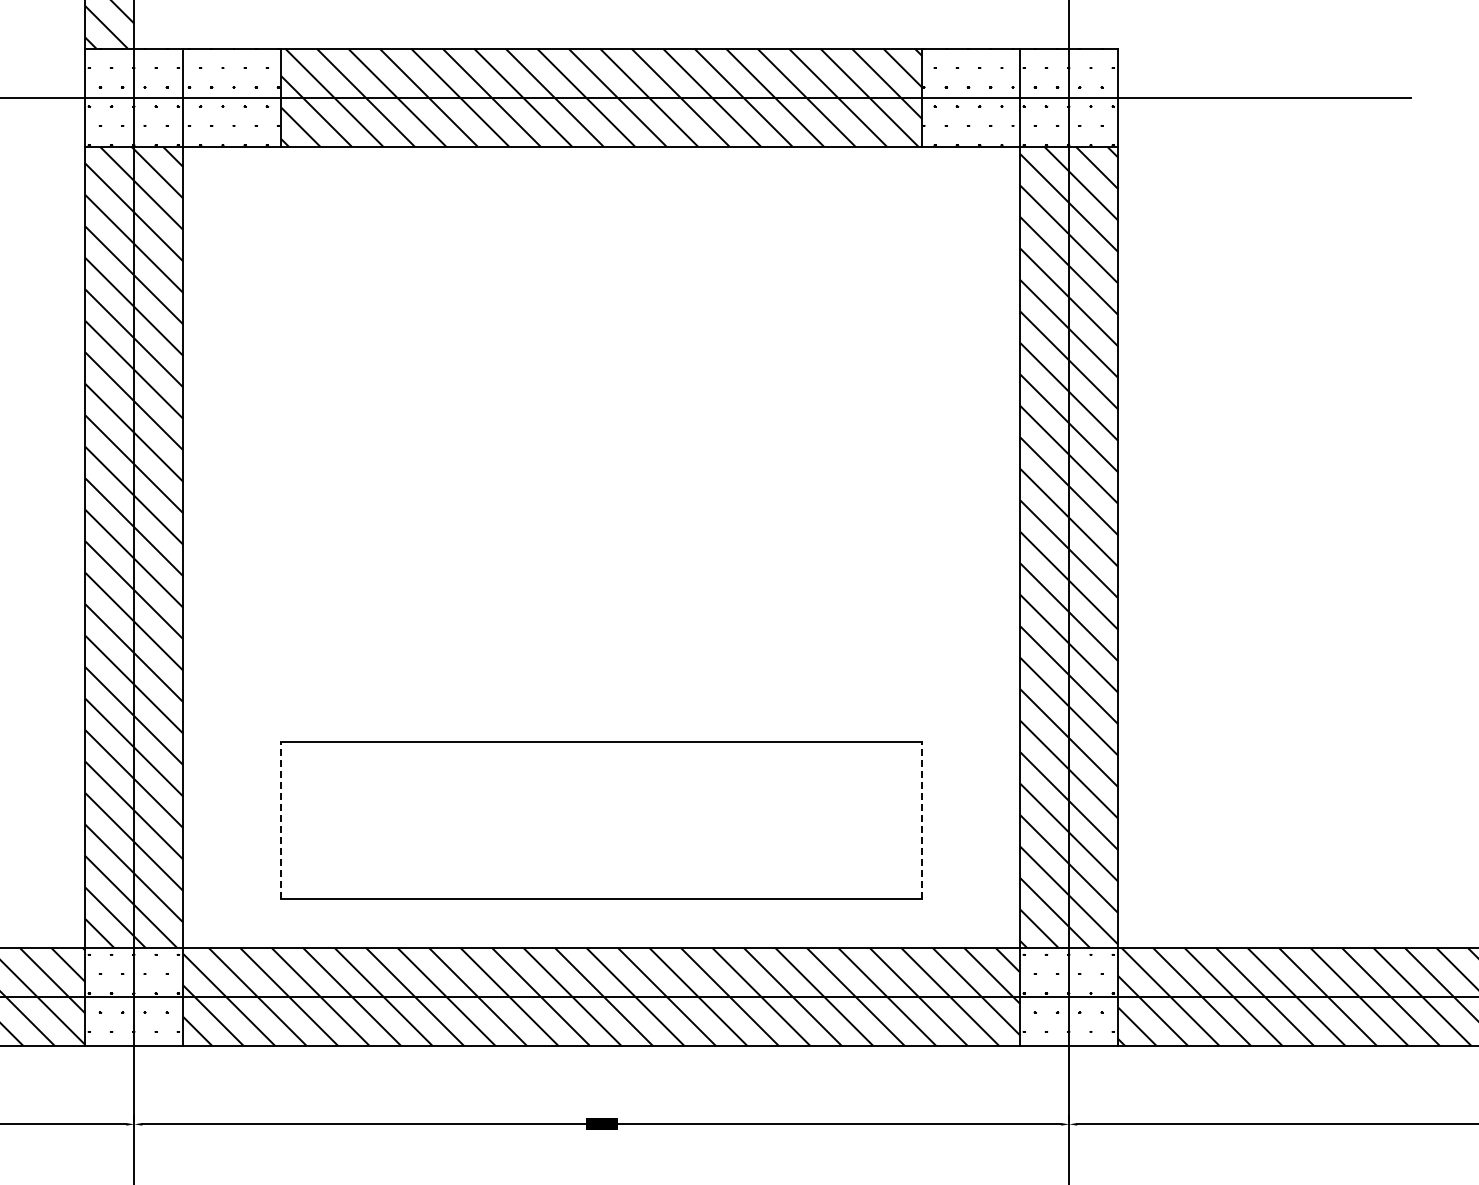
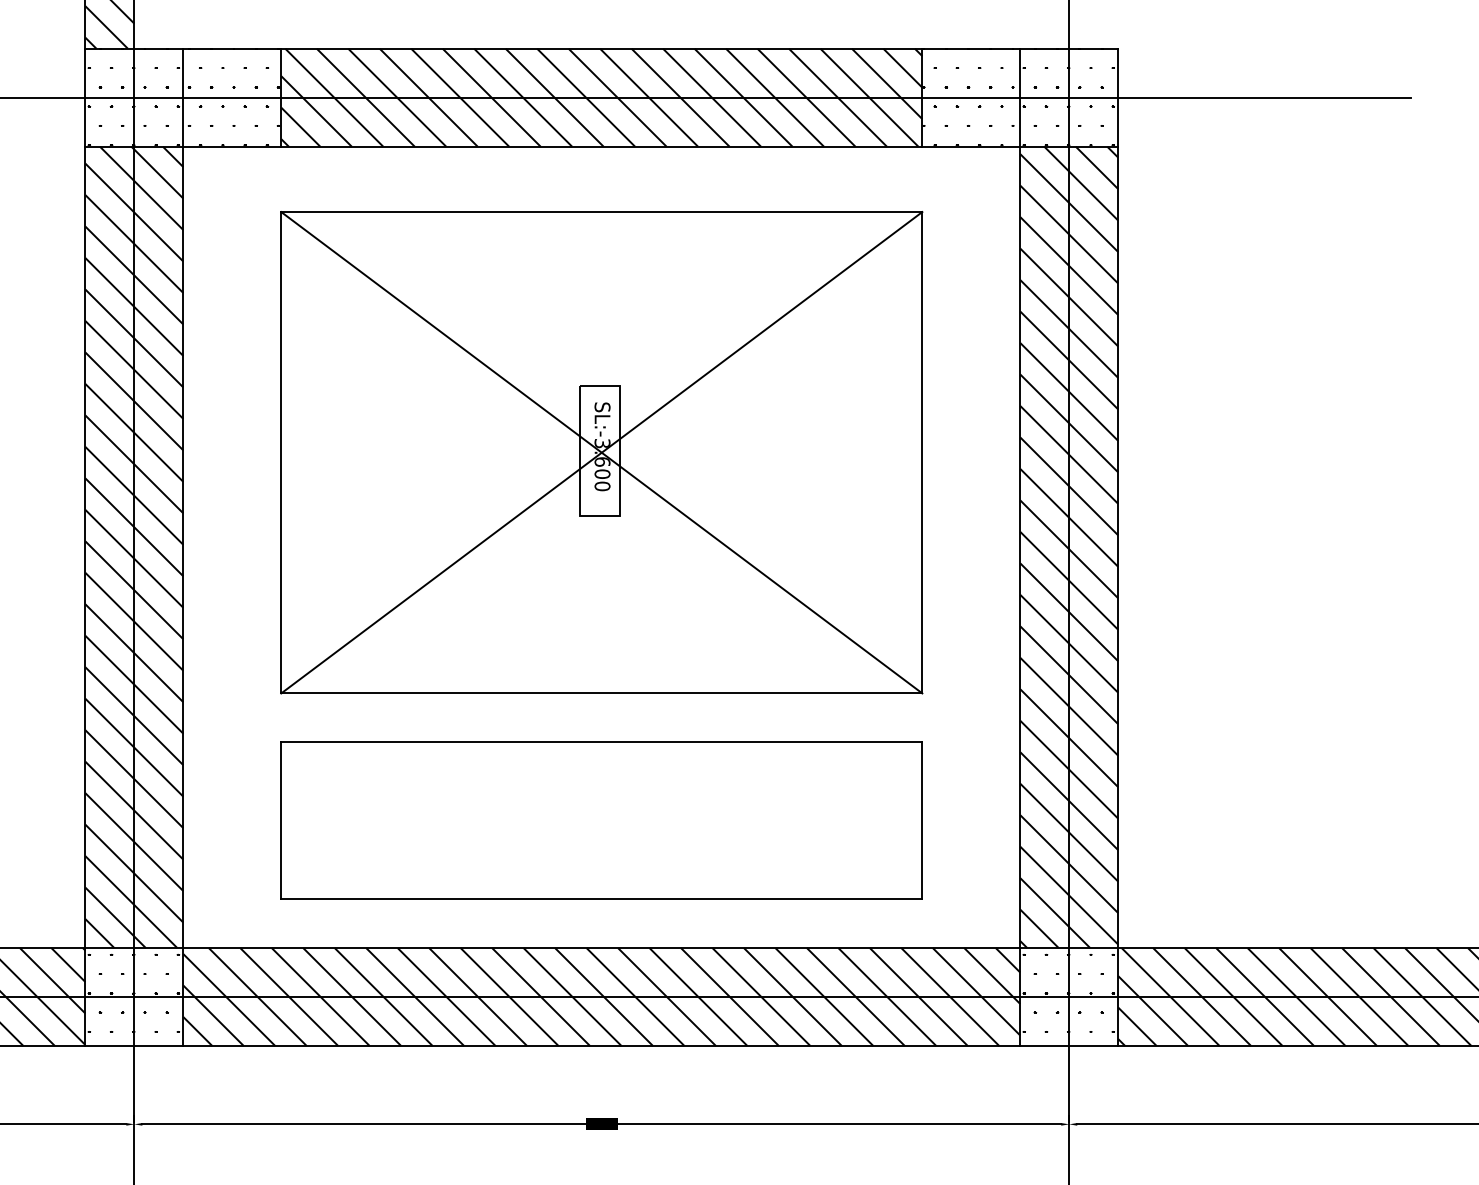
part at (601, 452): none -> present
line at (281, 820): dashed -> solid
line at (922, 820): dashed -> solid
